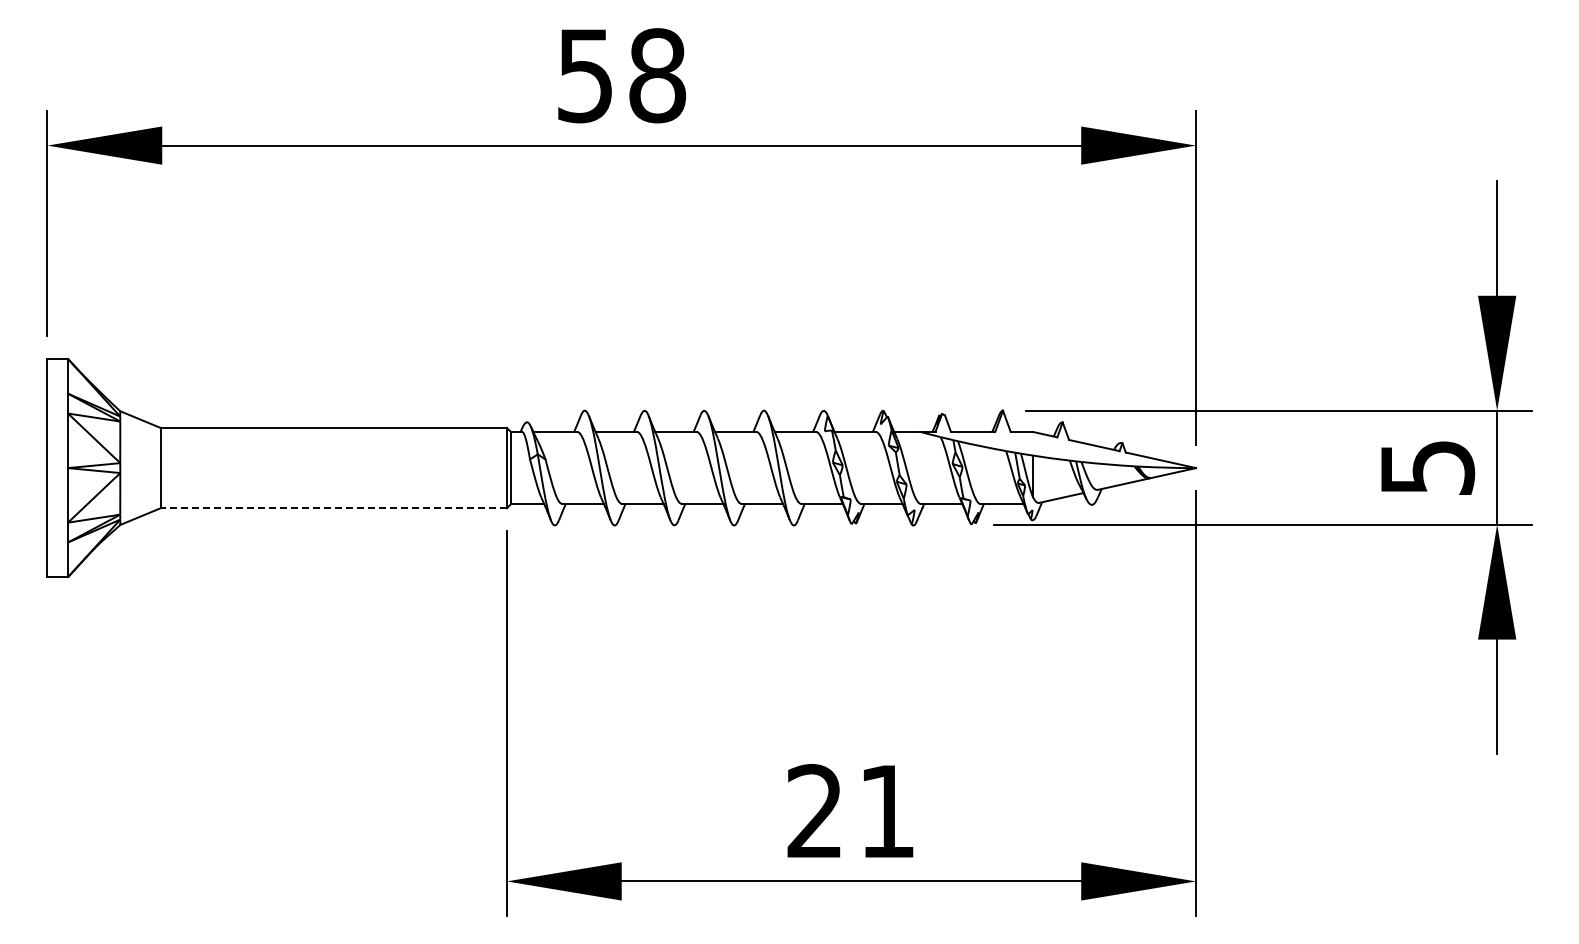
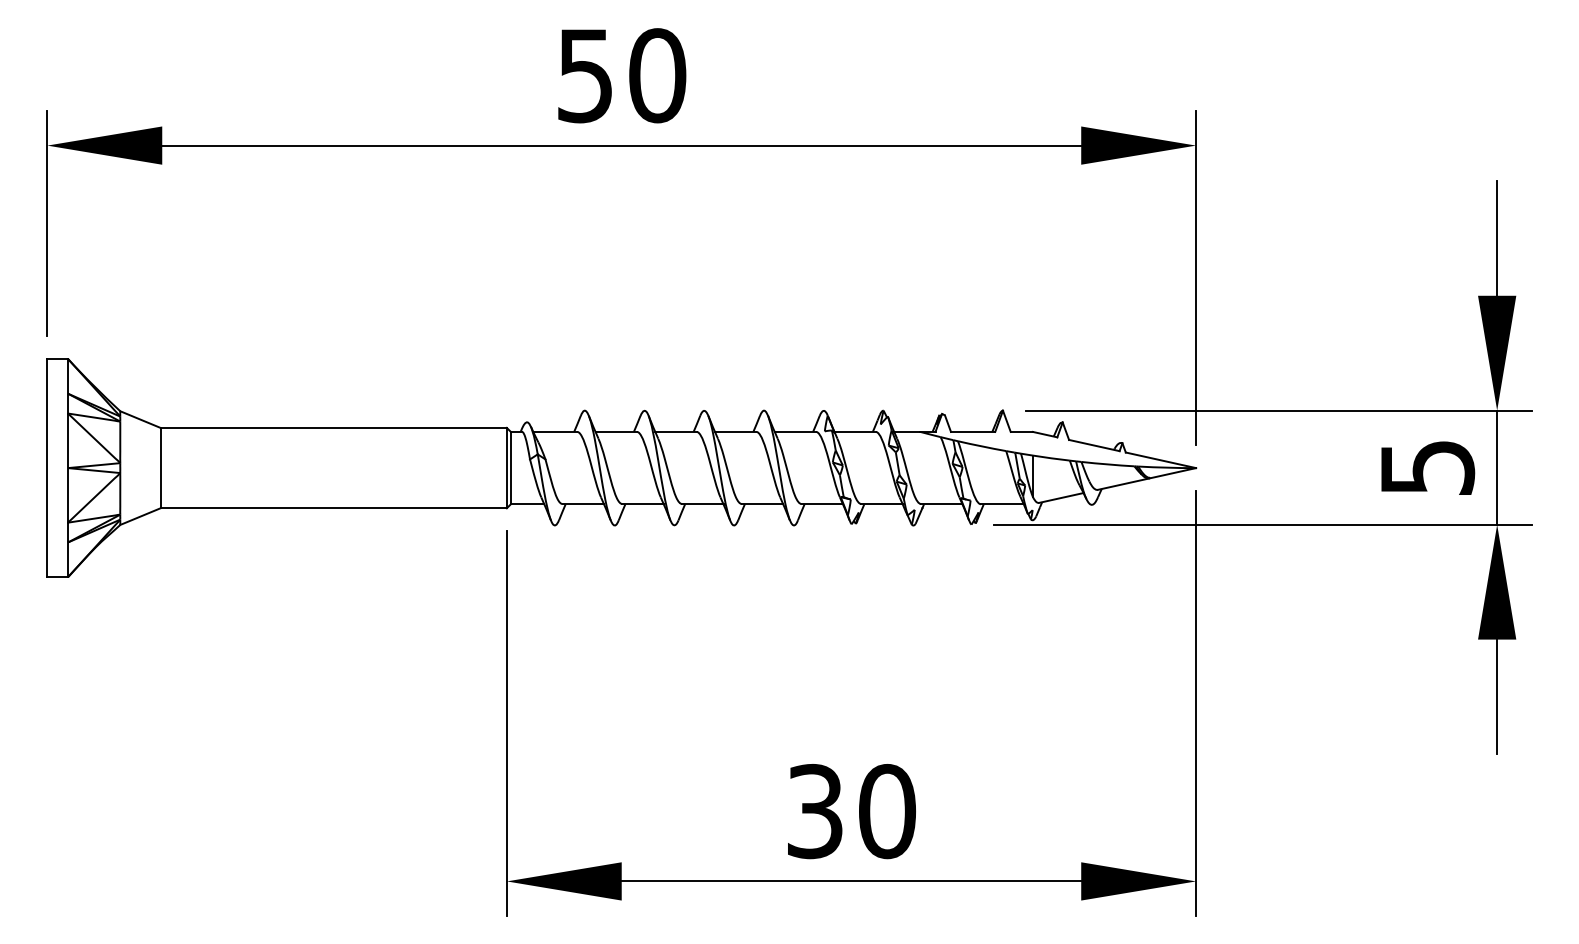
text at (657, 75): 58 -> 50
line at (333, 508): dashed -> solid
text at (851, 811): 21 -> 30
